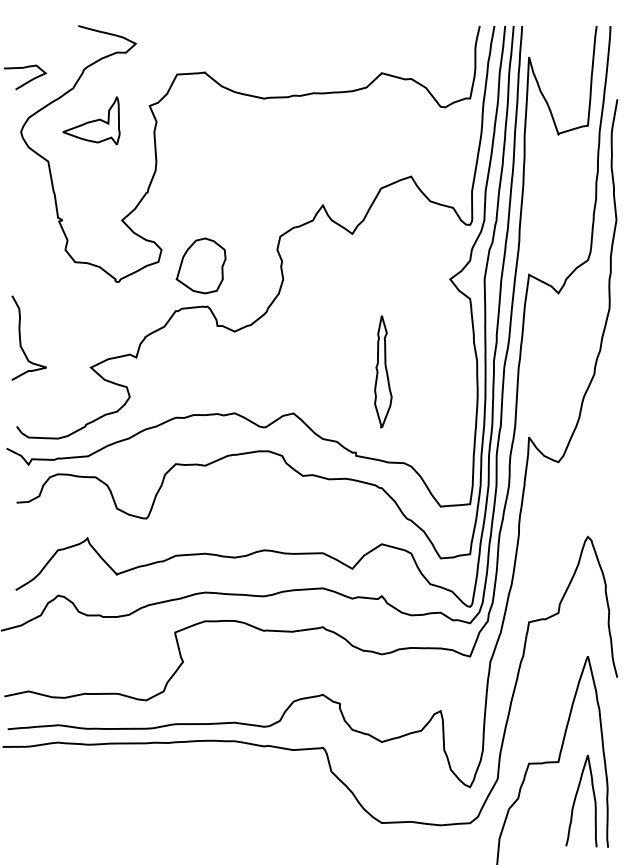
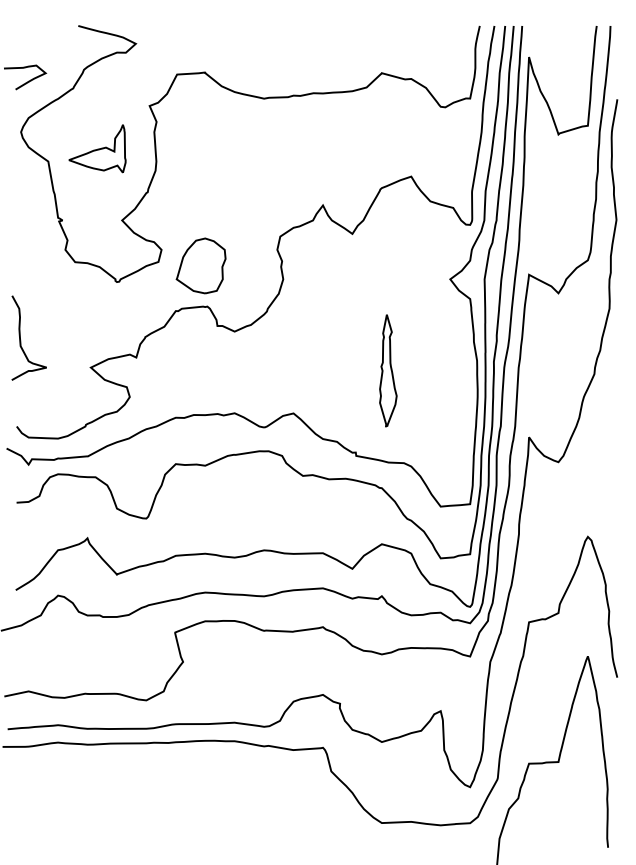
part at (91, 120) position: (91, 120) -> (97, 148)
part at (383, 371) position: (383, 371) -> (388, 370)
curve at (576, 798): present -> none
